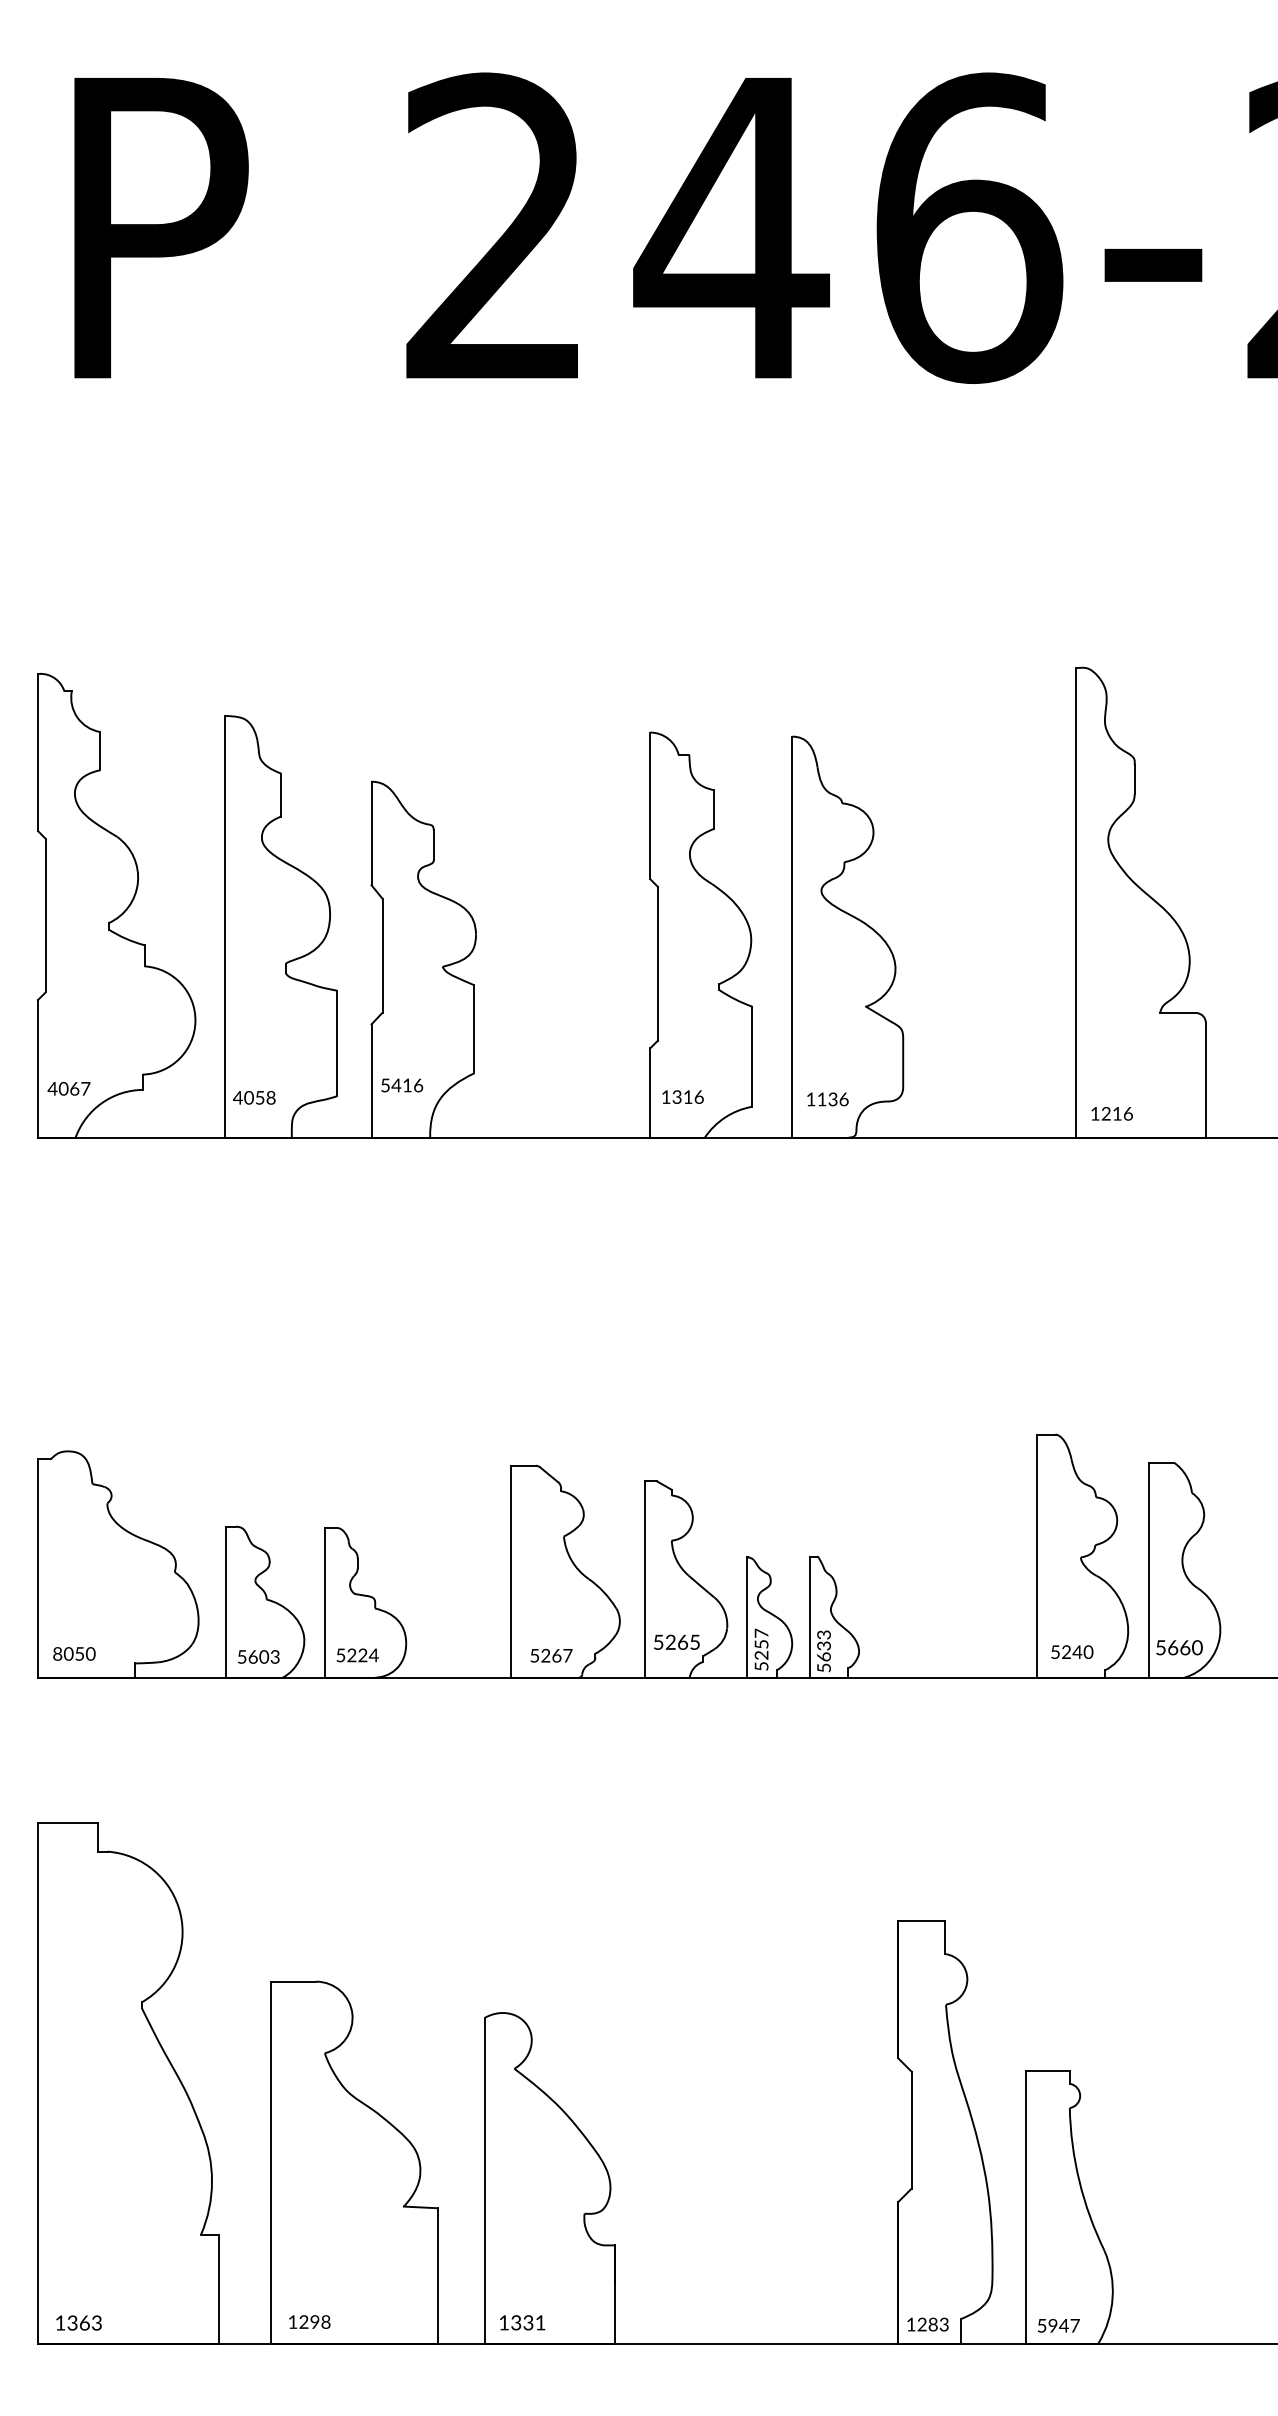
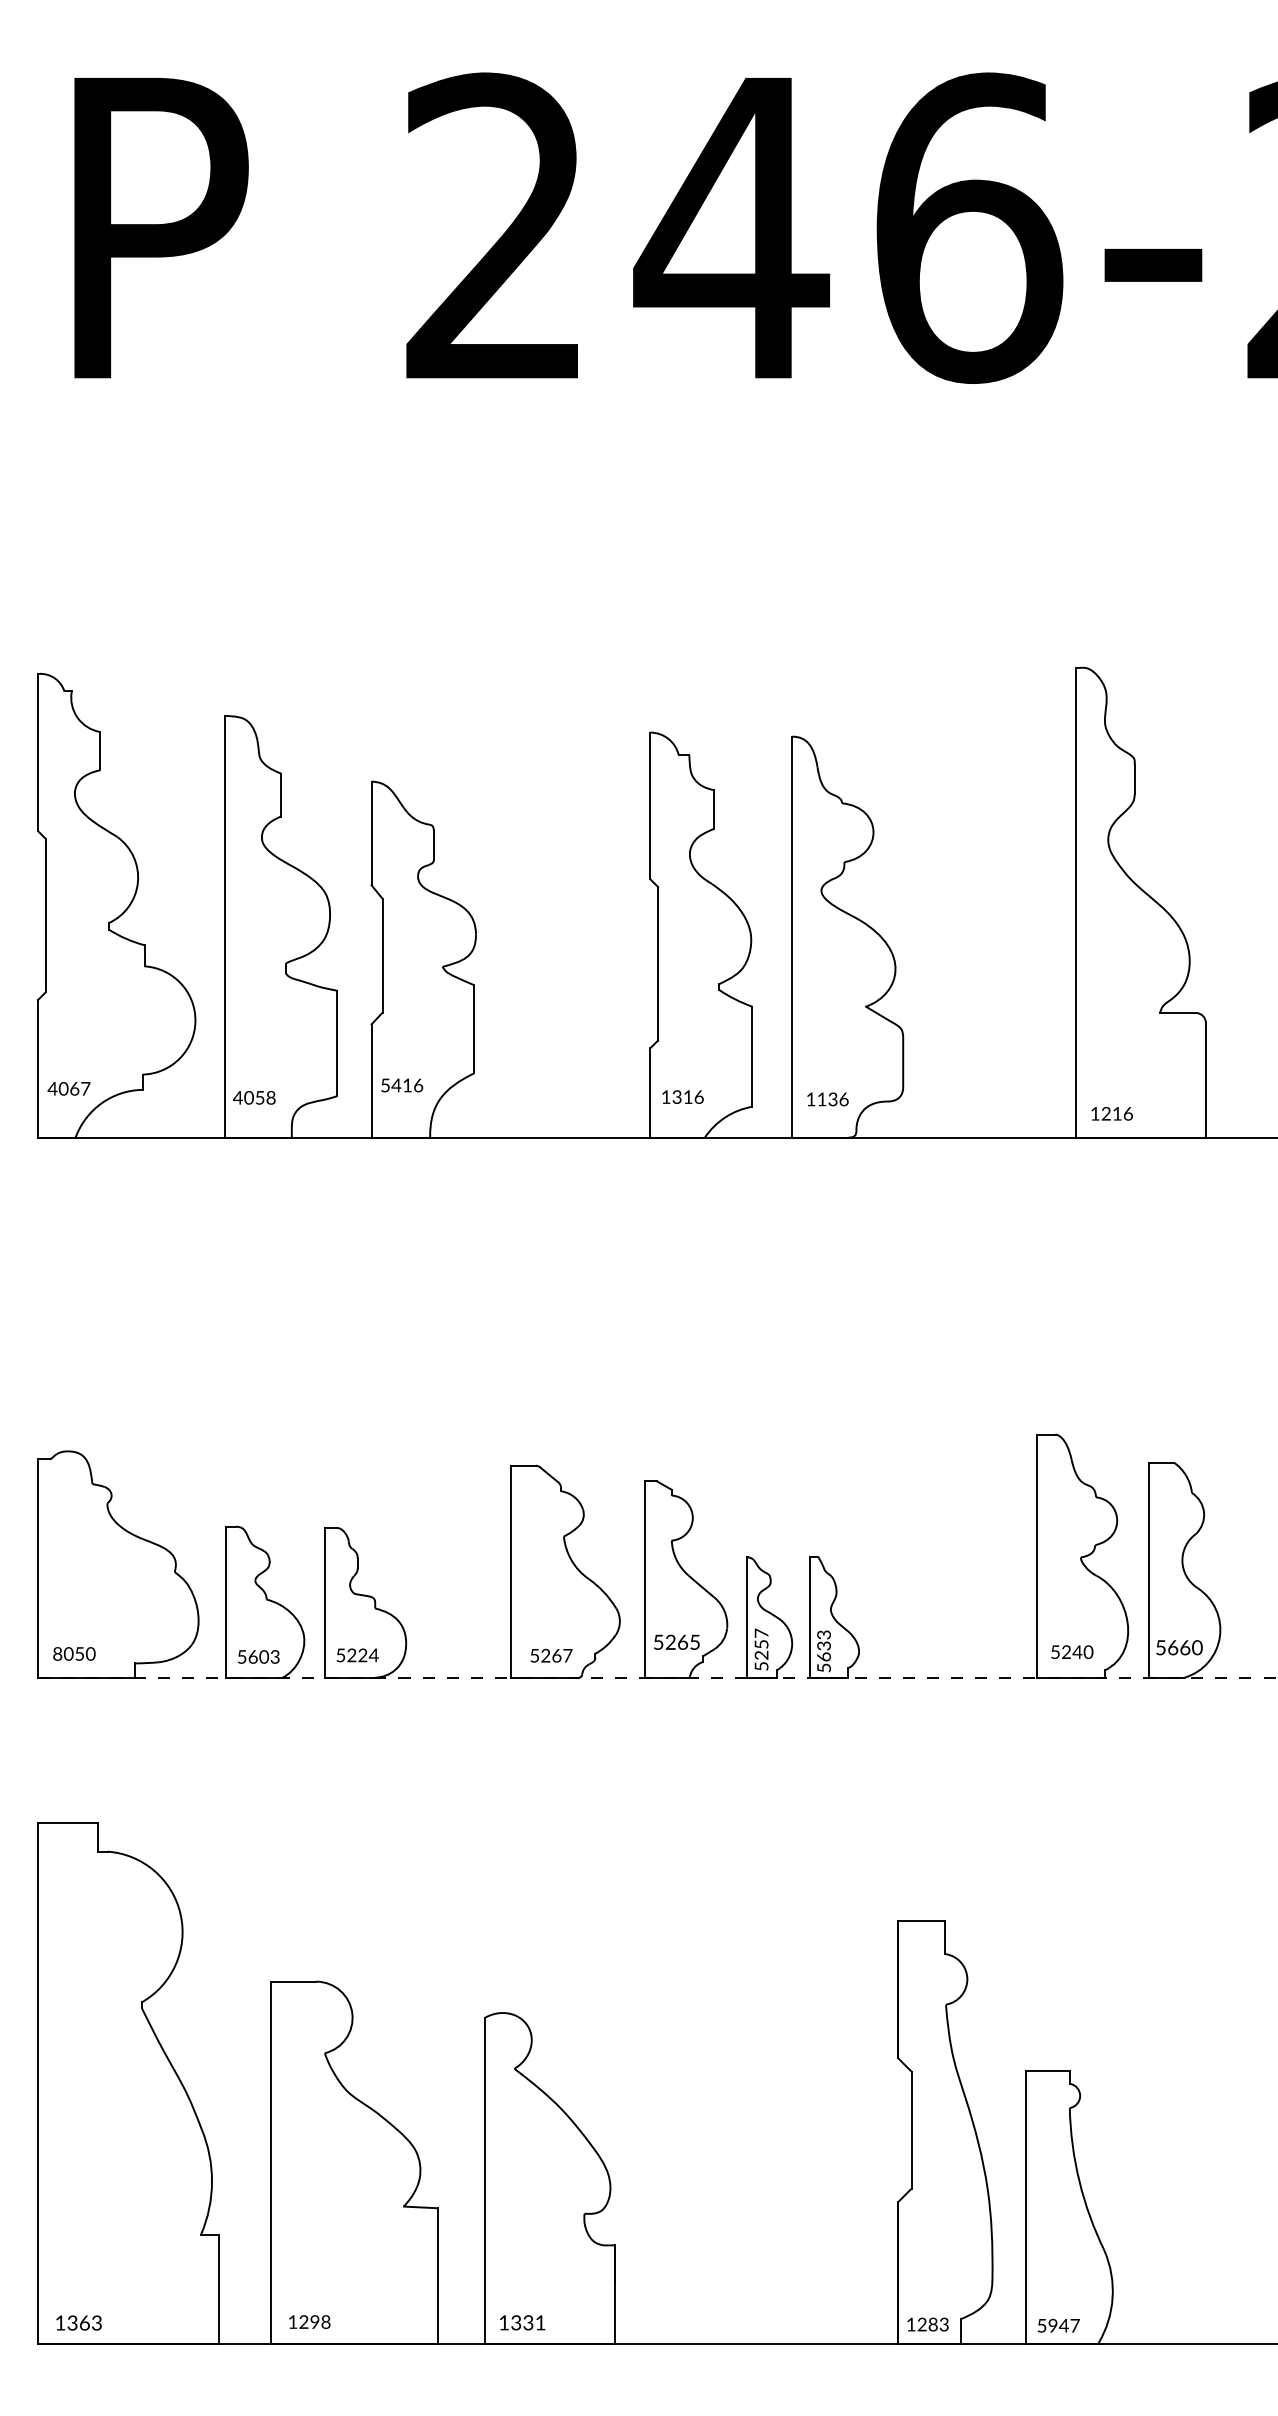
line at (658, 1677): solid -> dashed
